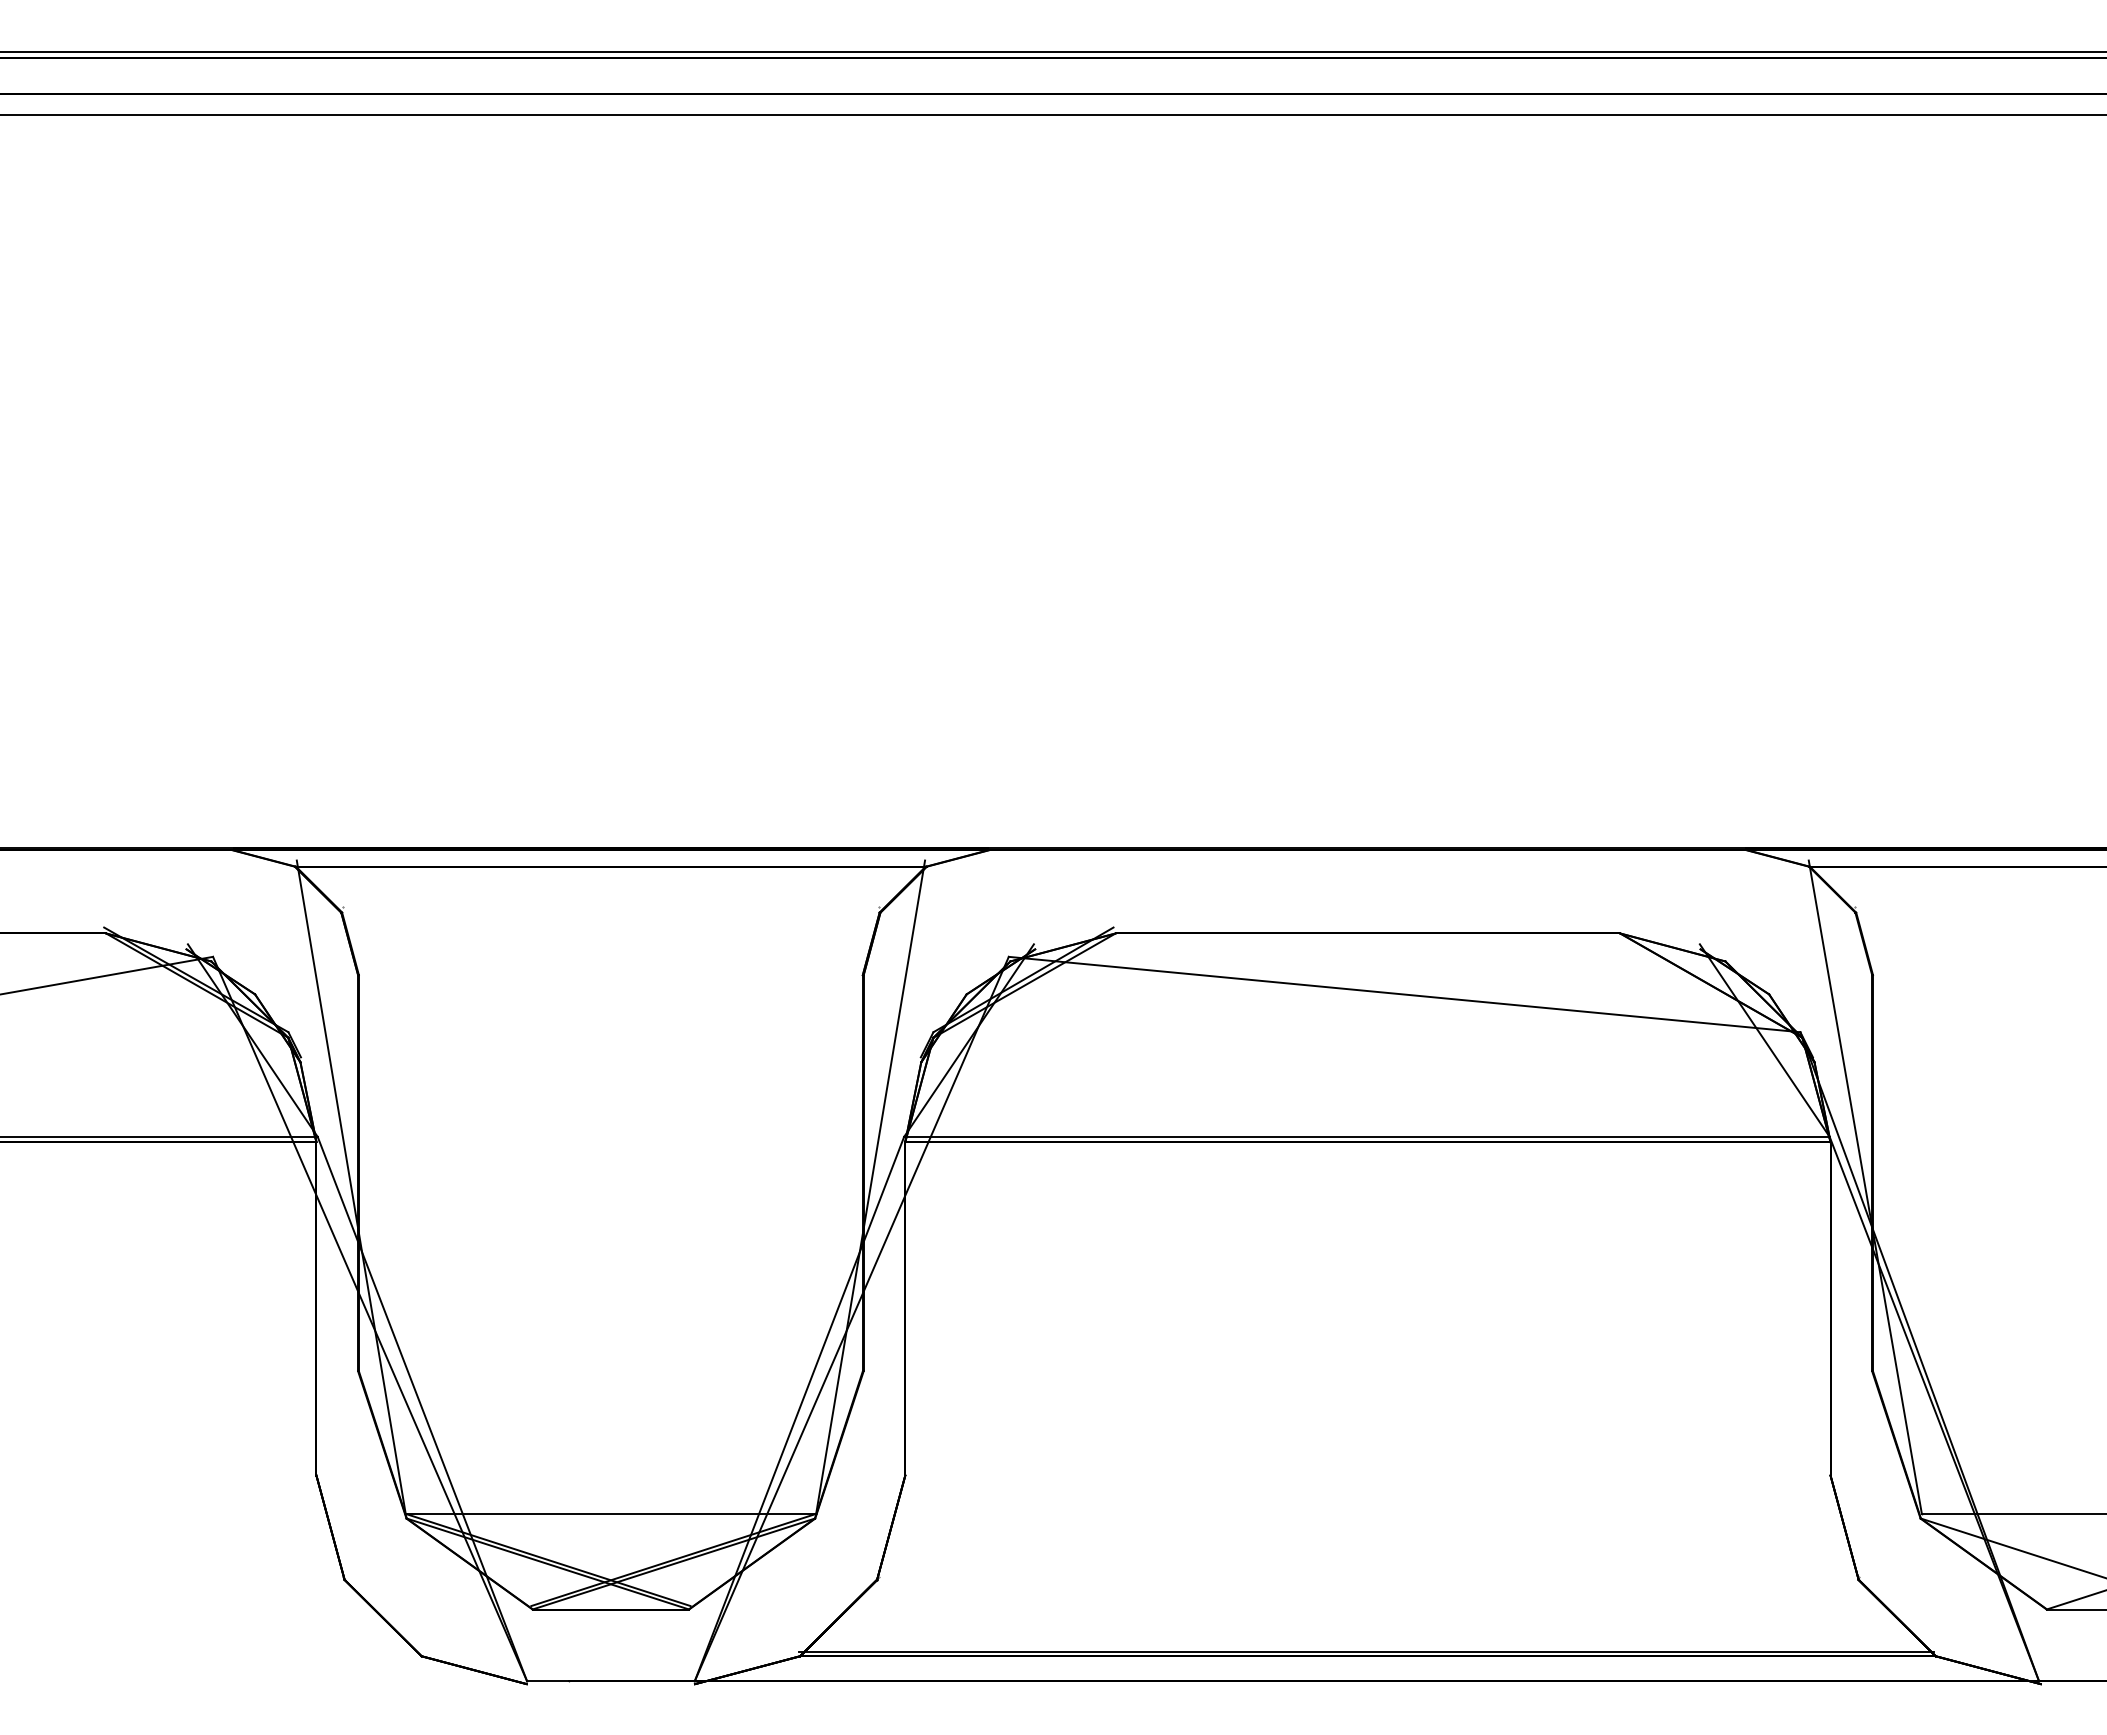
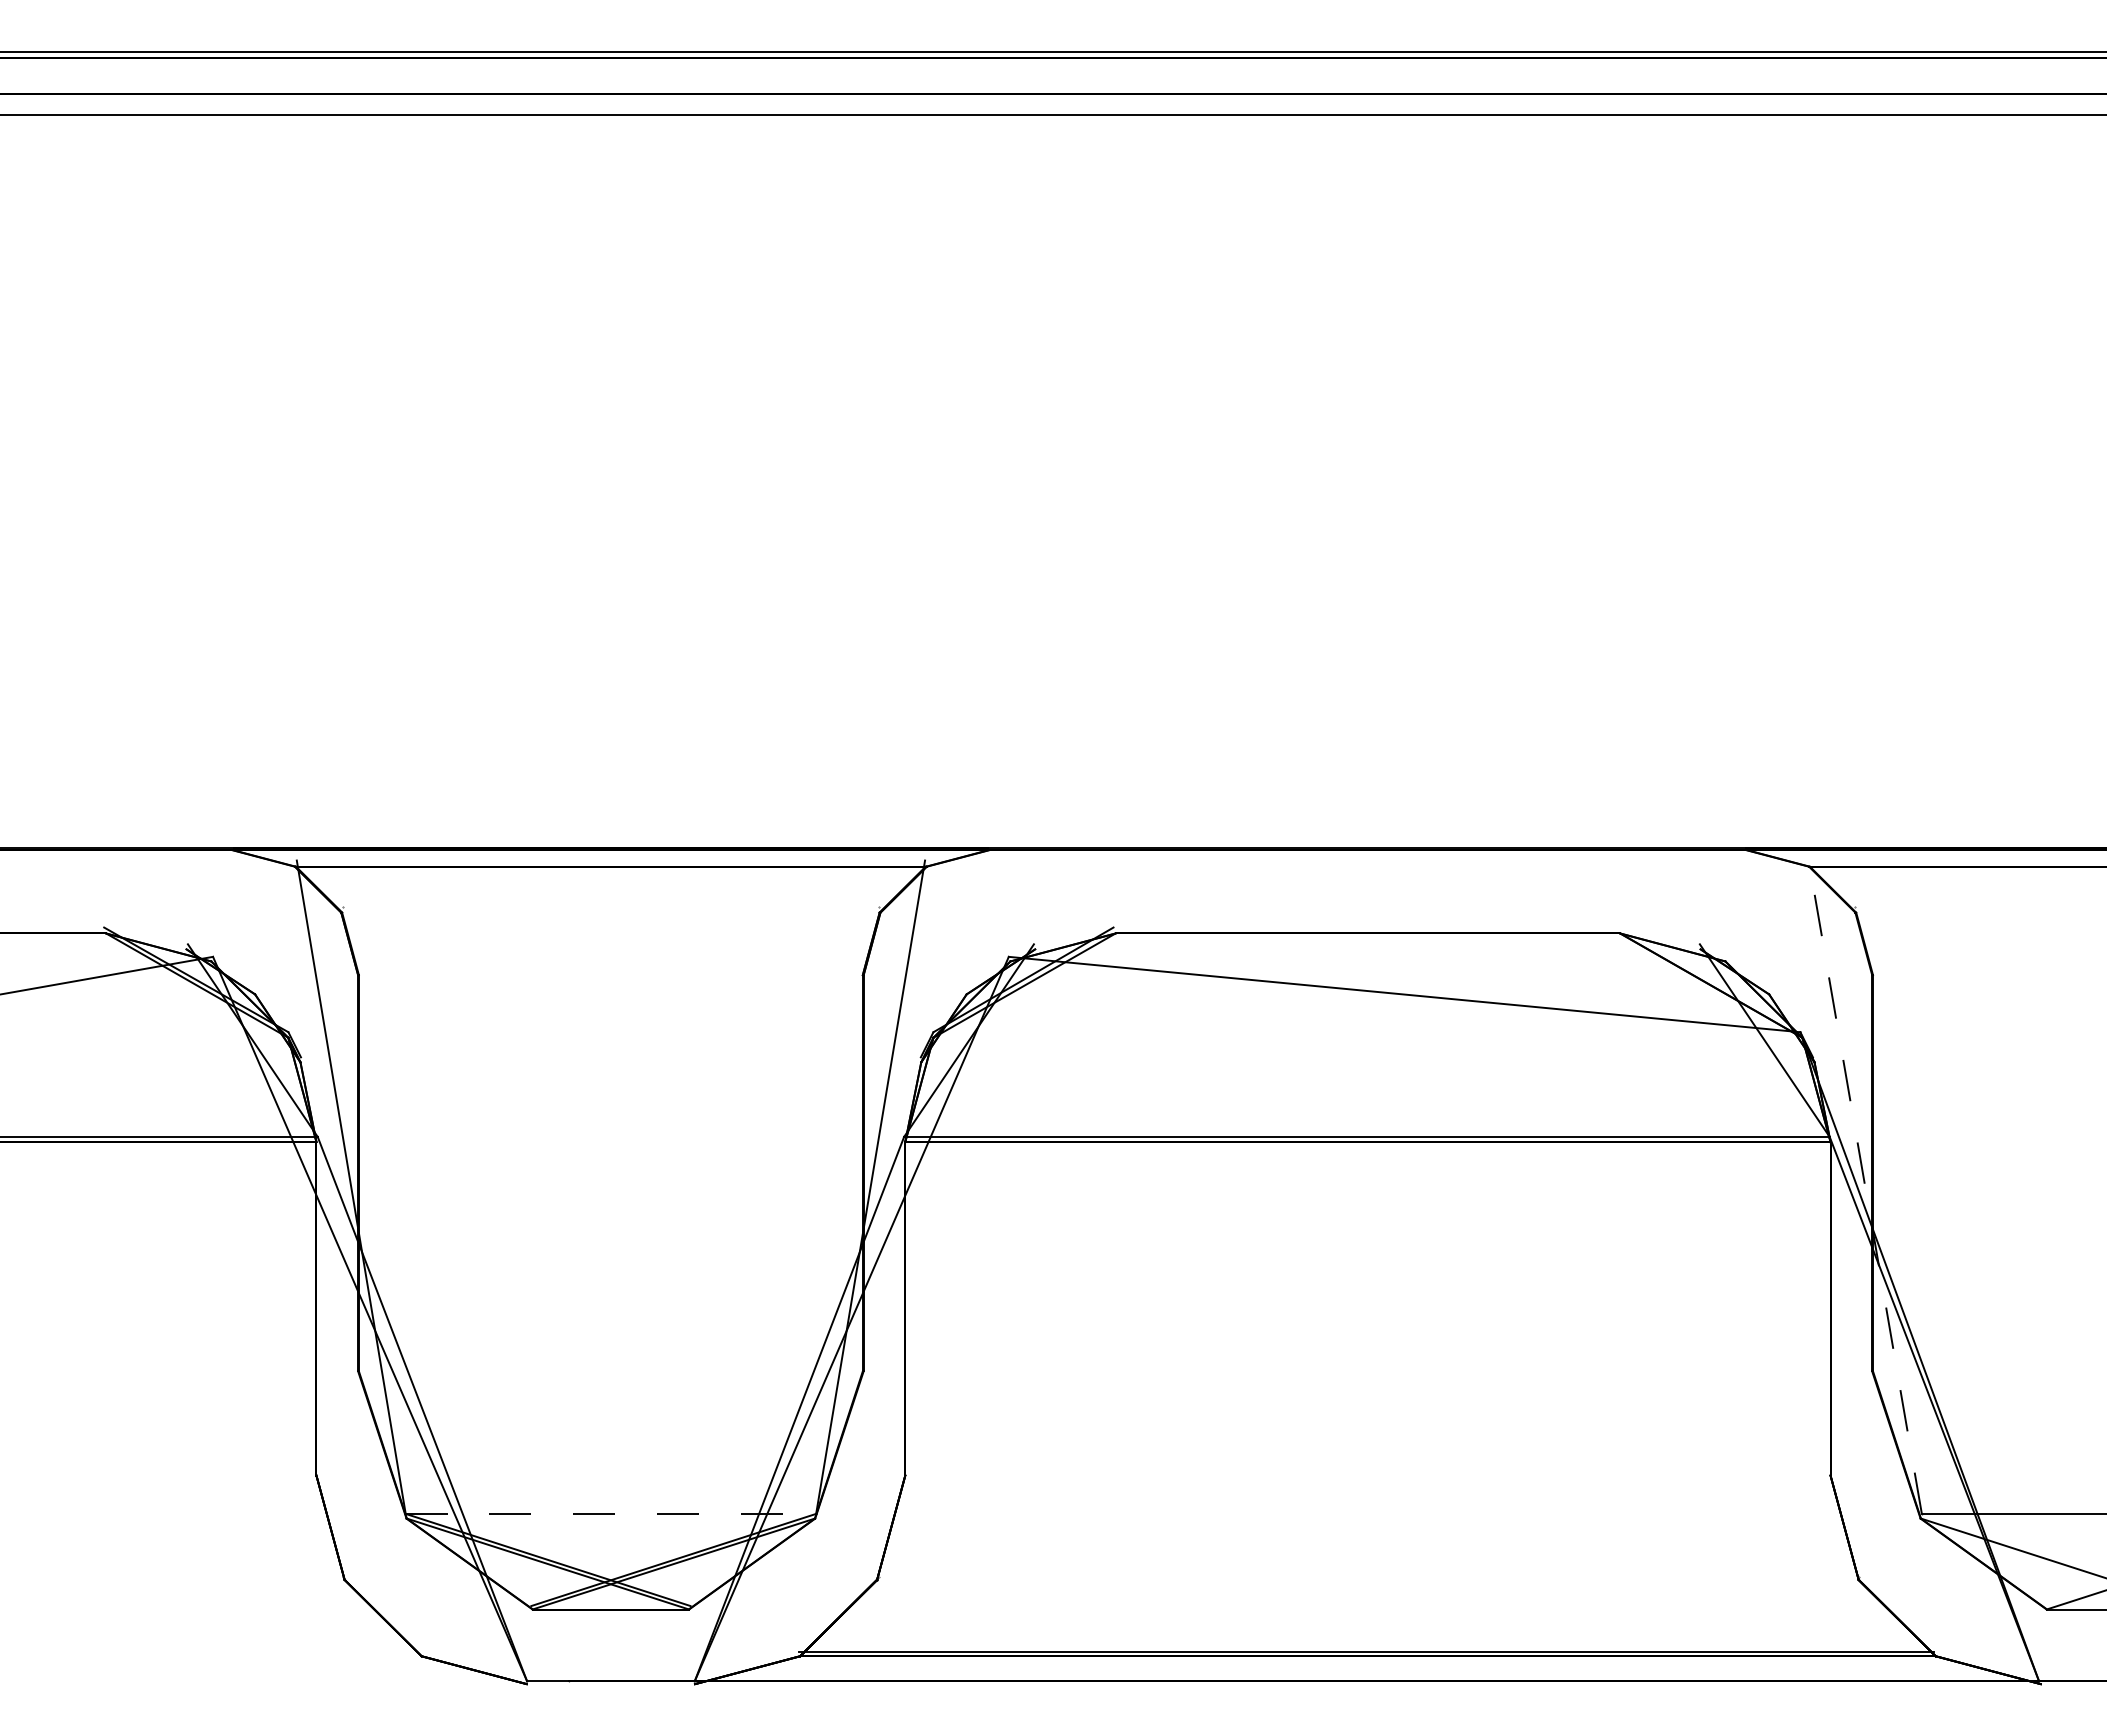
line at (1865, 1187): solid -> dashed
line at (611, 1513): solid -> dashed
